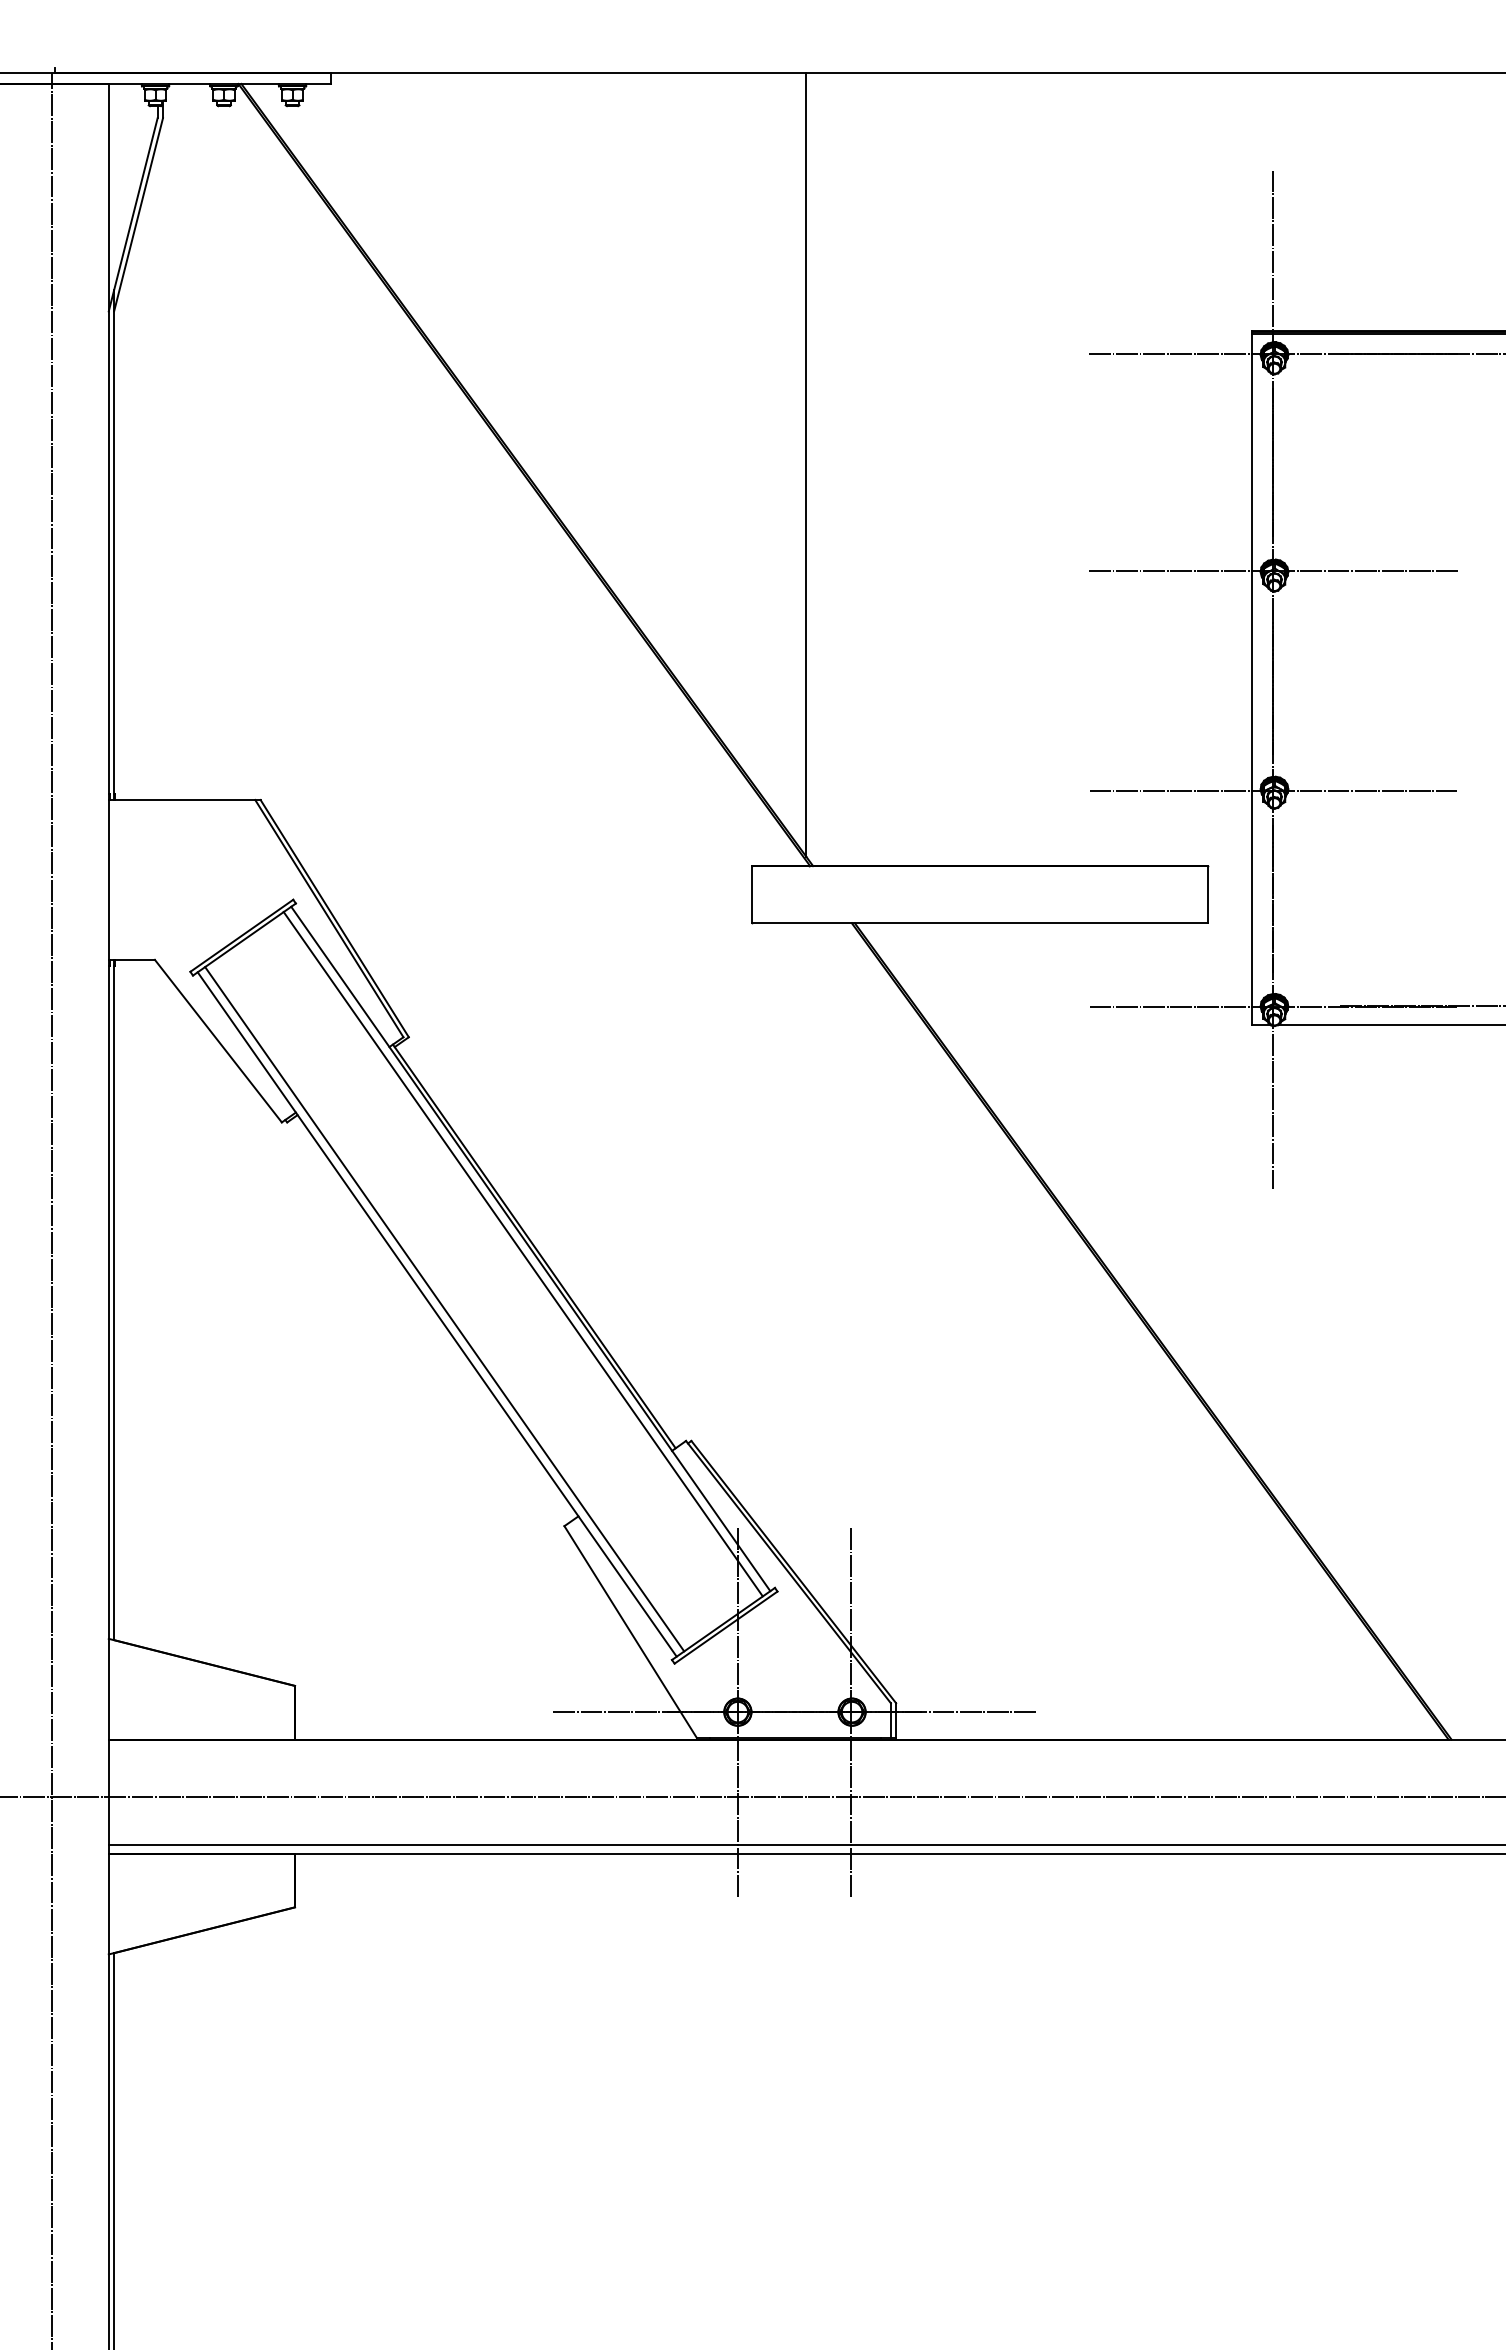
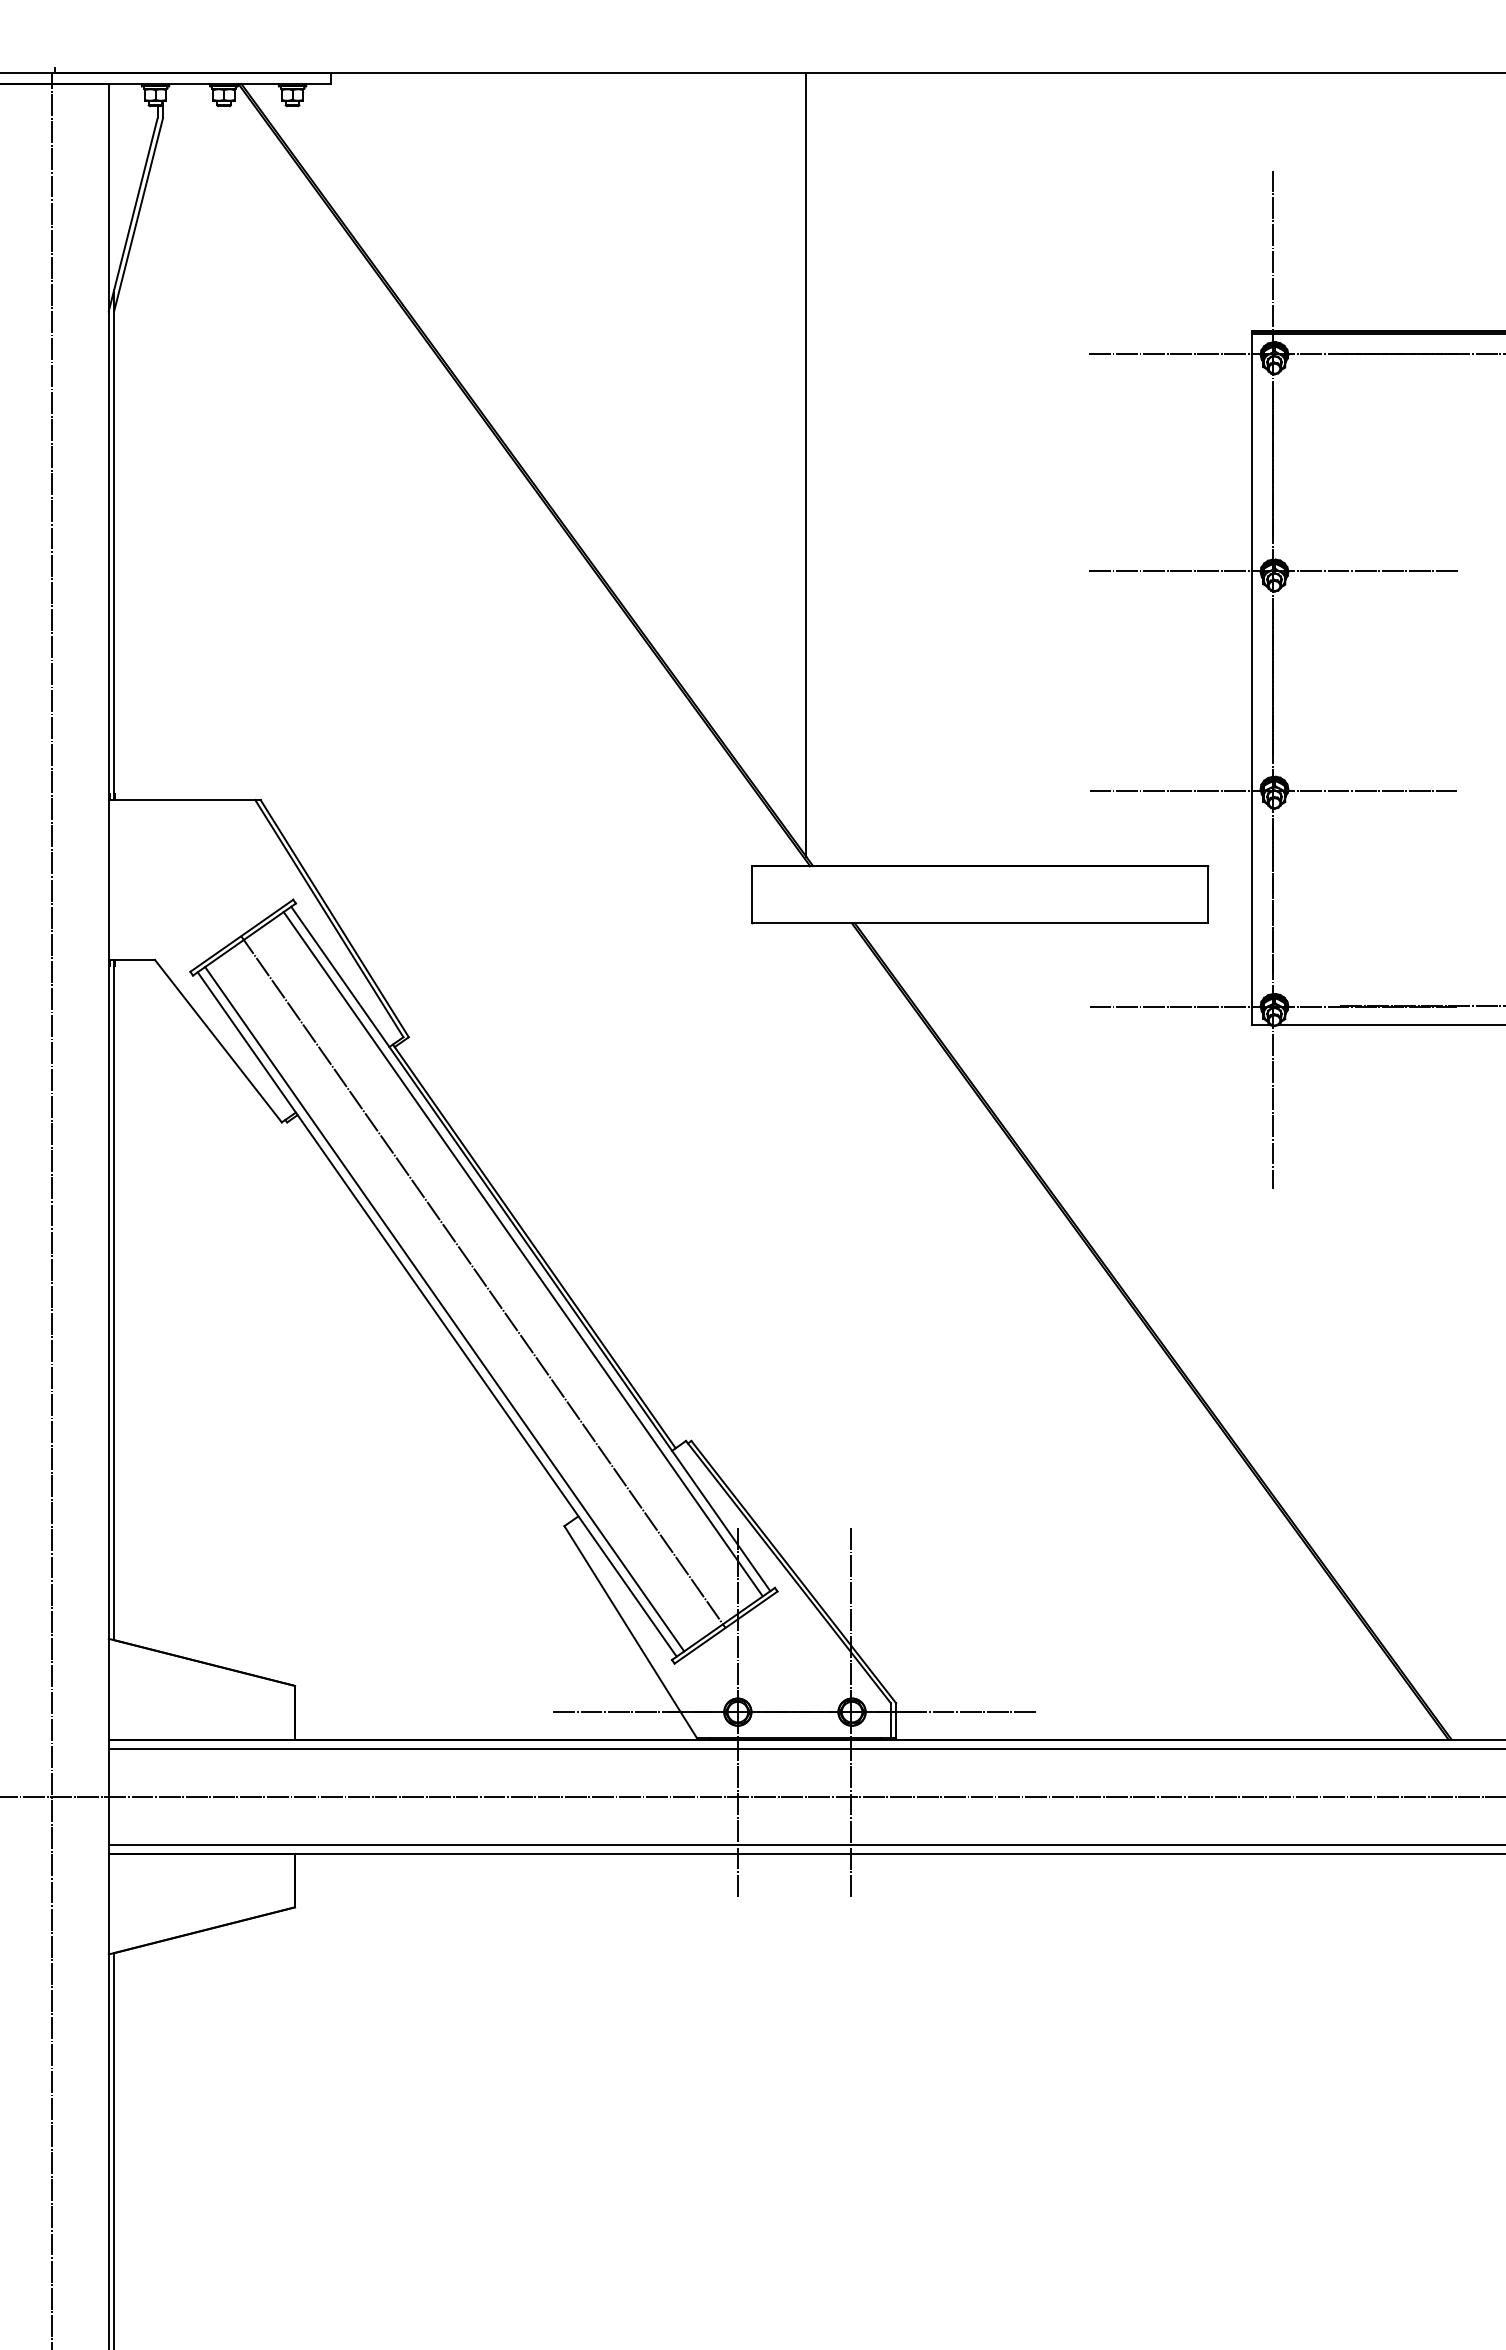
line at (482, 1281): none -> present
line at (805, 1748): none -> present
